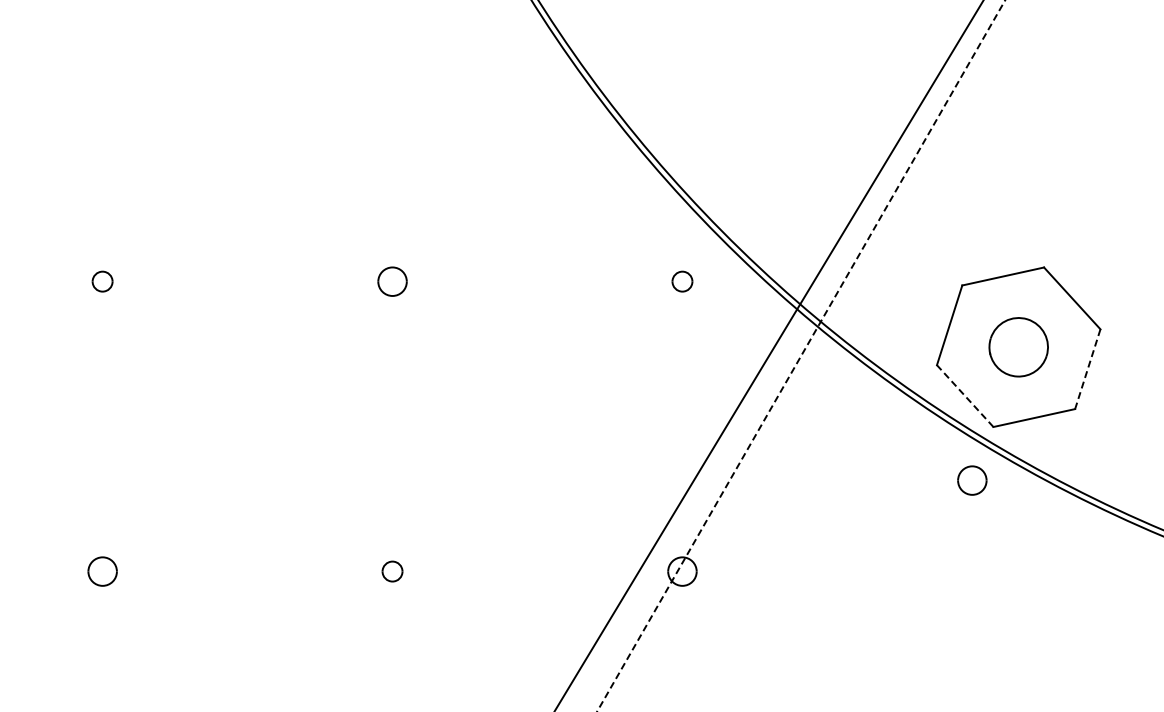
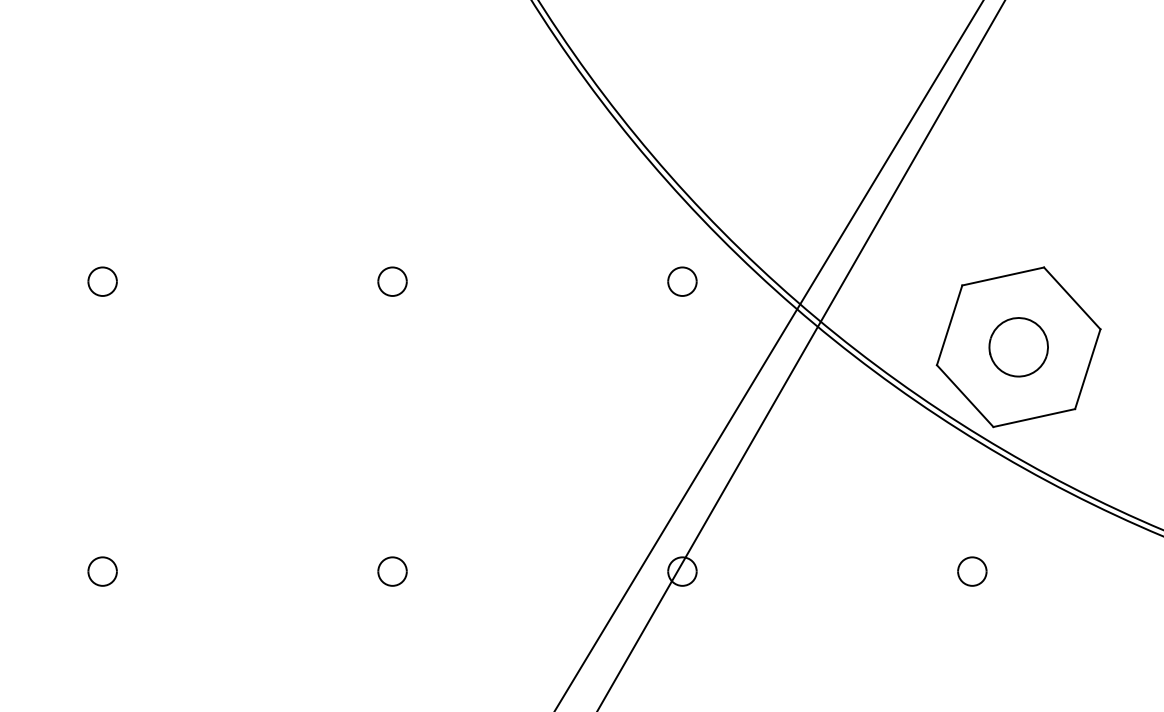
part at (102, 281) size: 23x23 px -> 31x31 px
part at (682, 281) size: 23x23 px -> 31x31 px
line at (801, 355): dashed -> solid
line at (1087, 369): dashed -> solid
line at (965, 396): dashed -> solid
part at (972, 480) position: (972, 480) -> (972, 571)
part at (392, 571) size: 23x23 px -> 31x31 px
